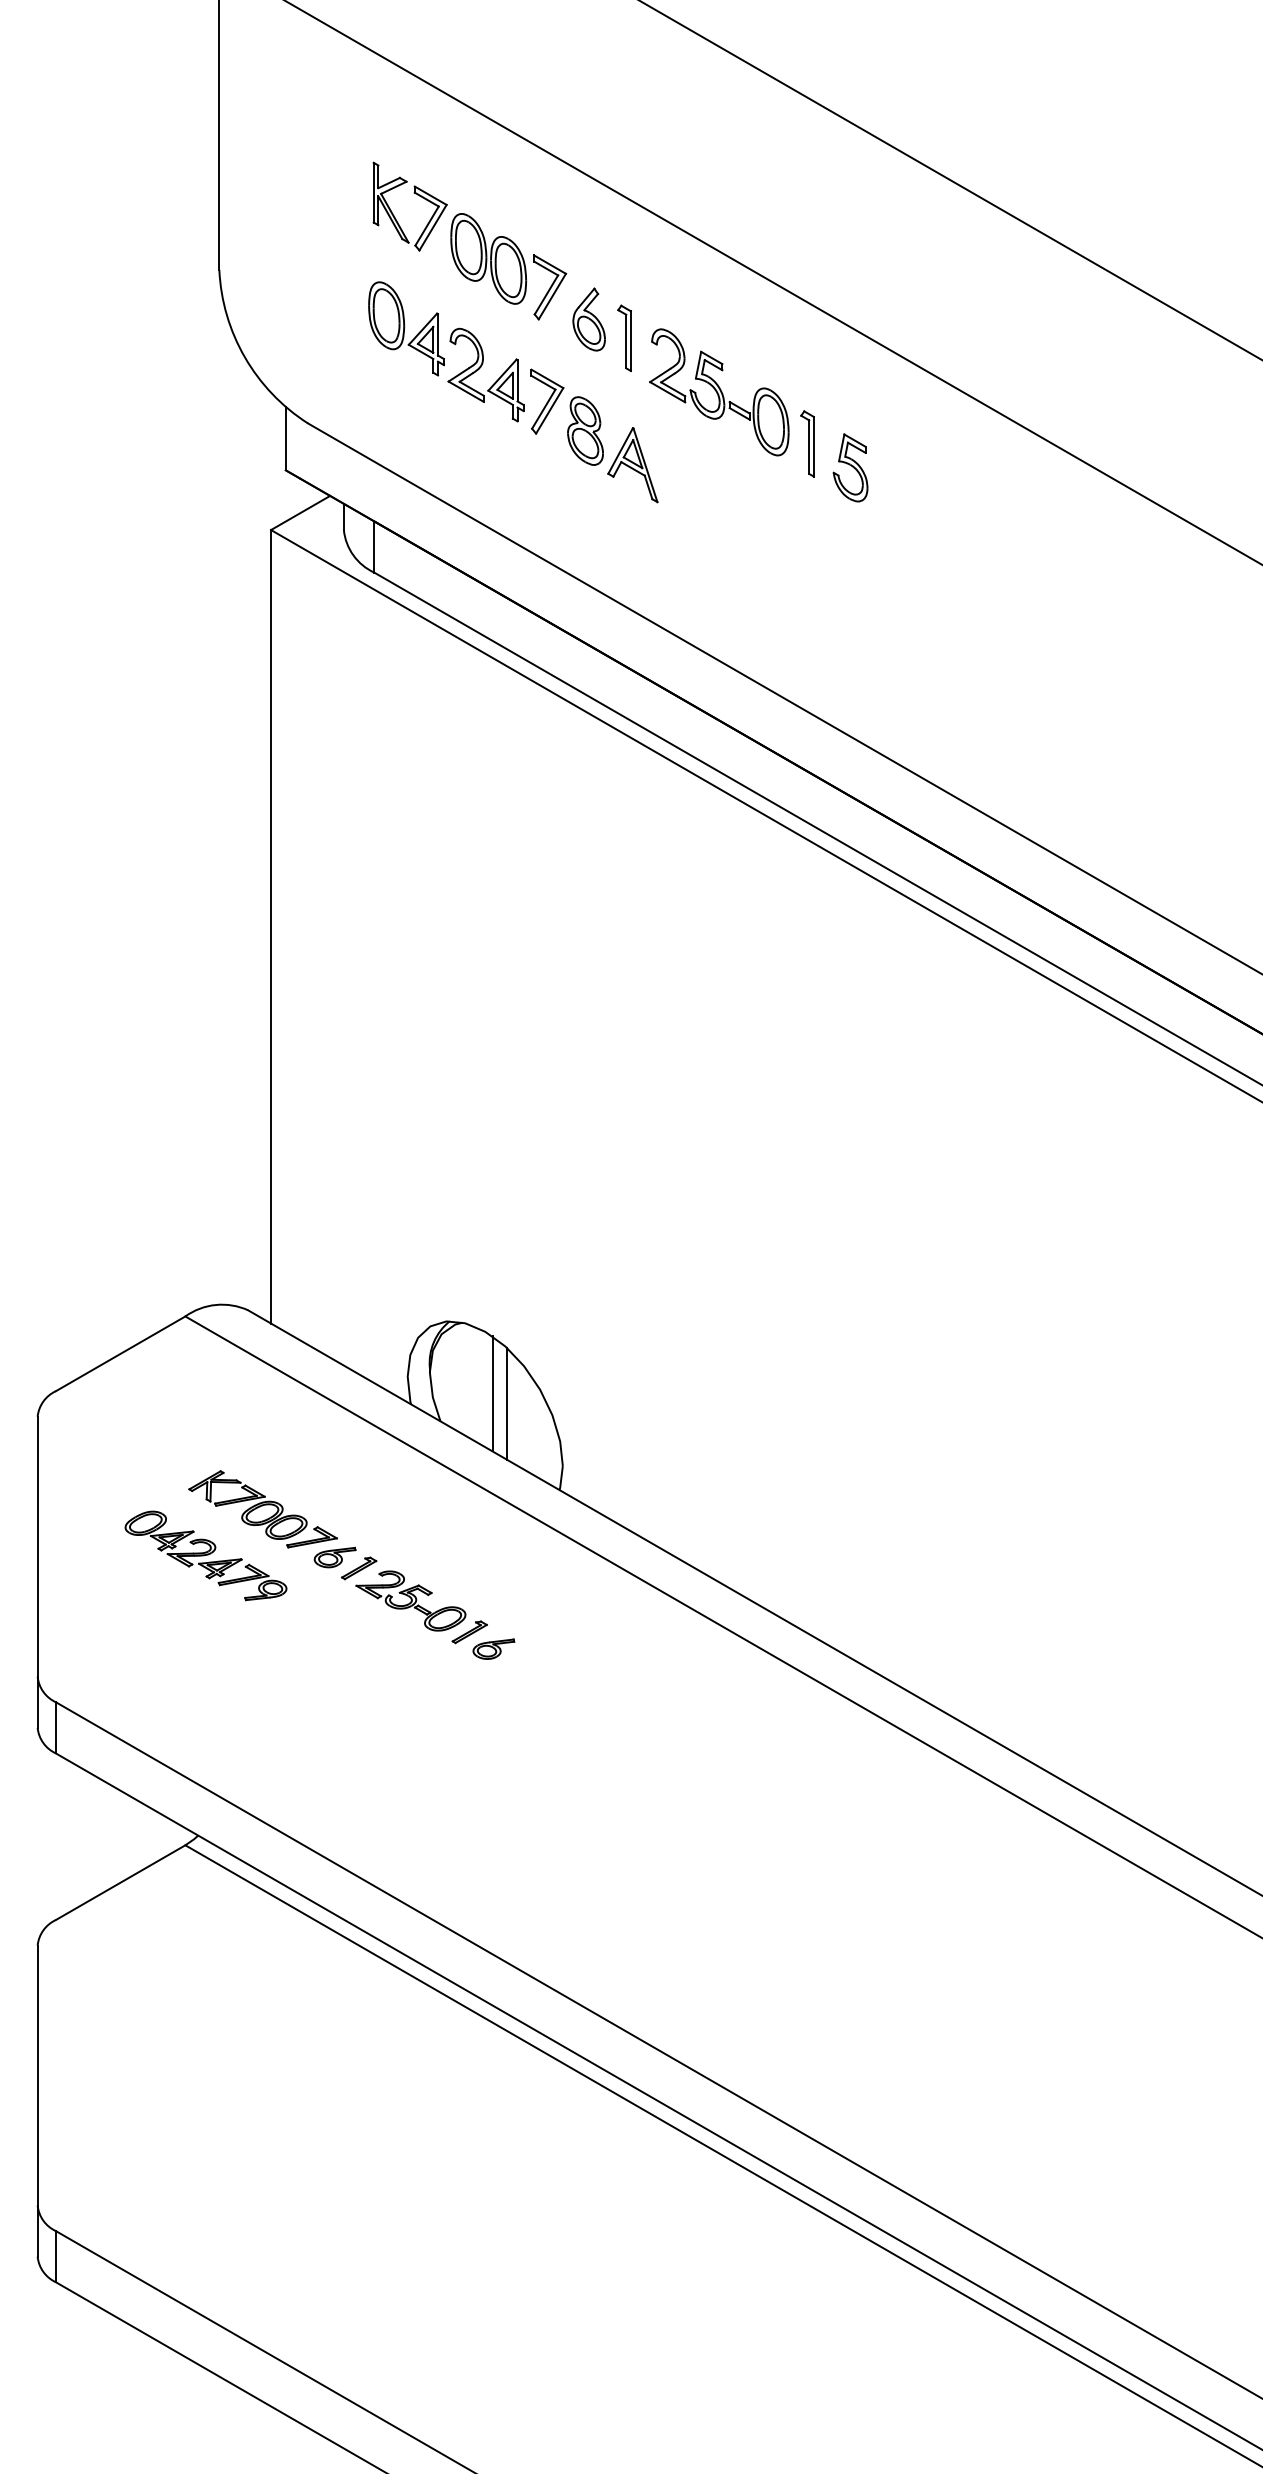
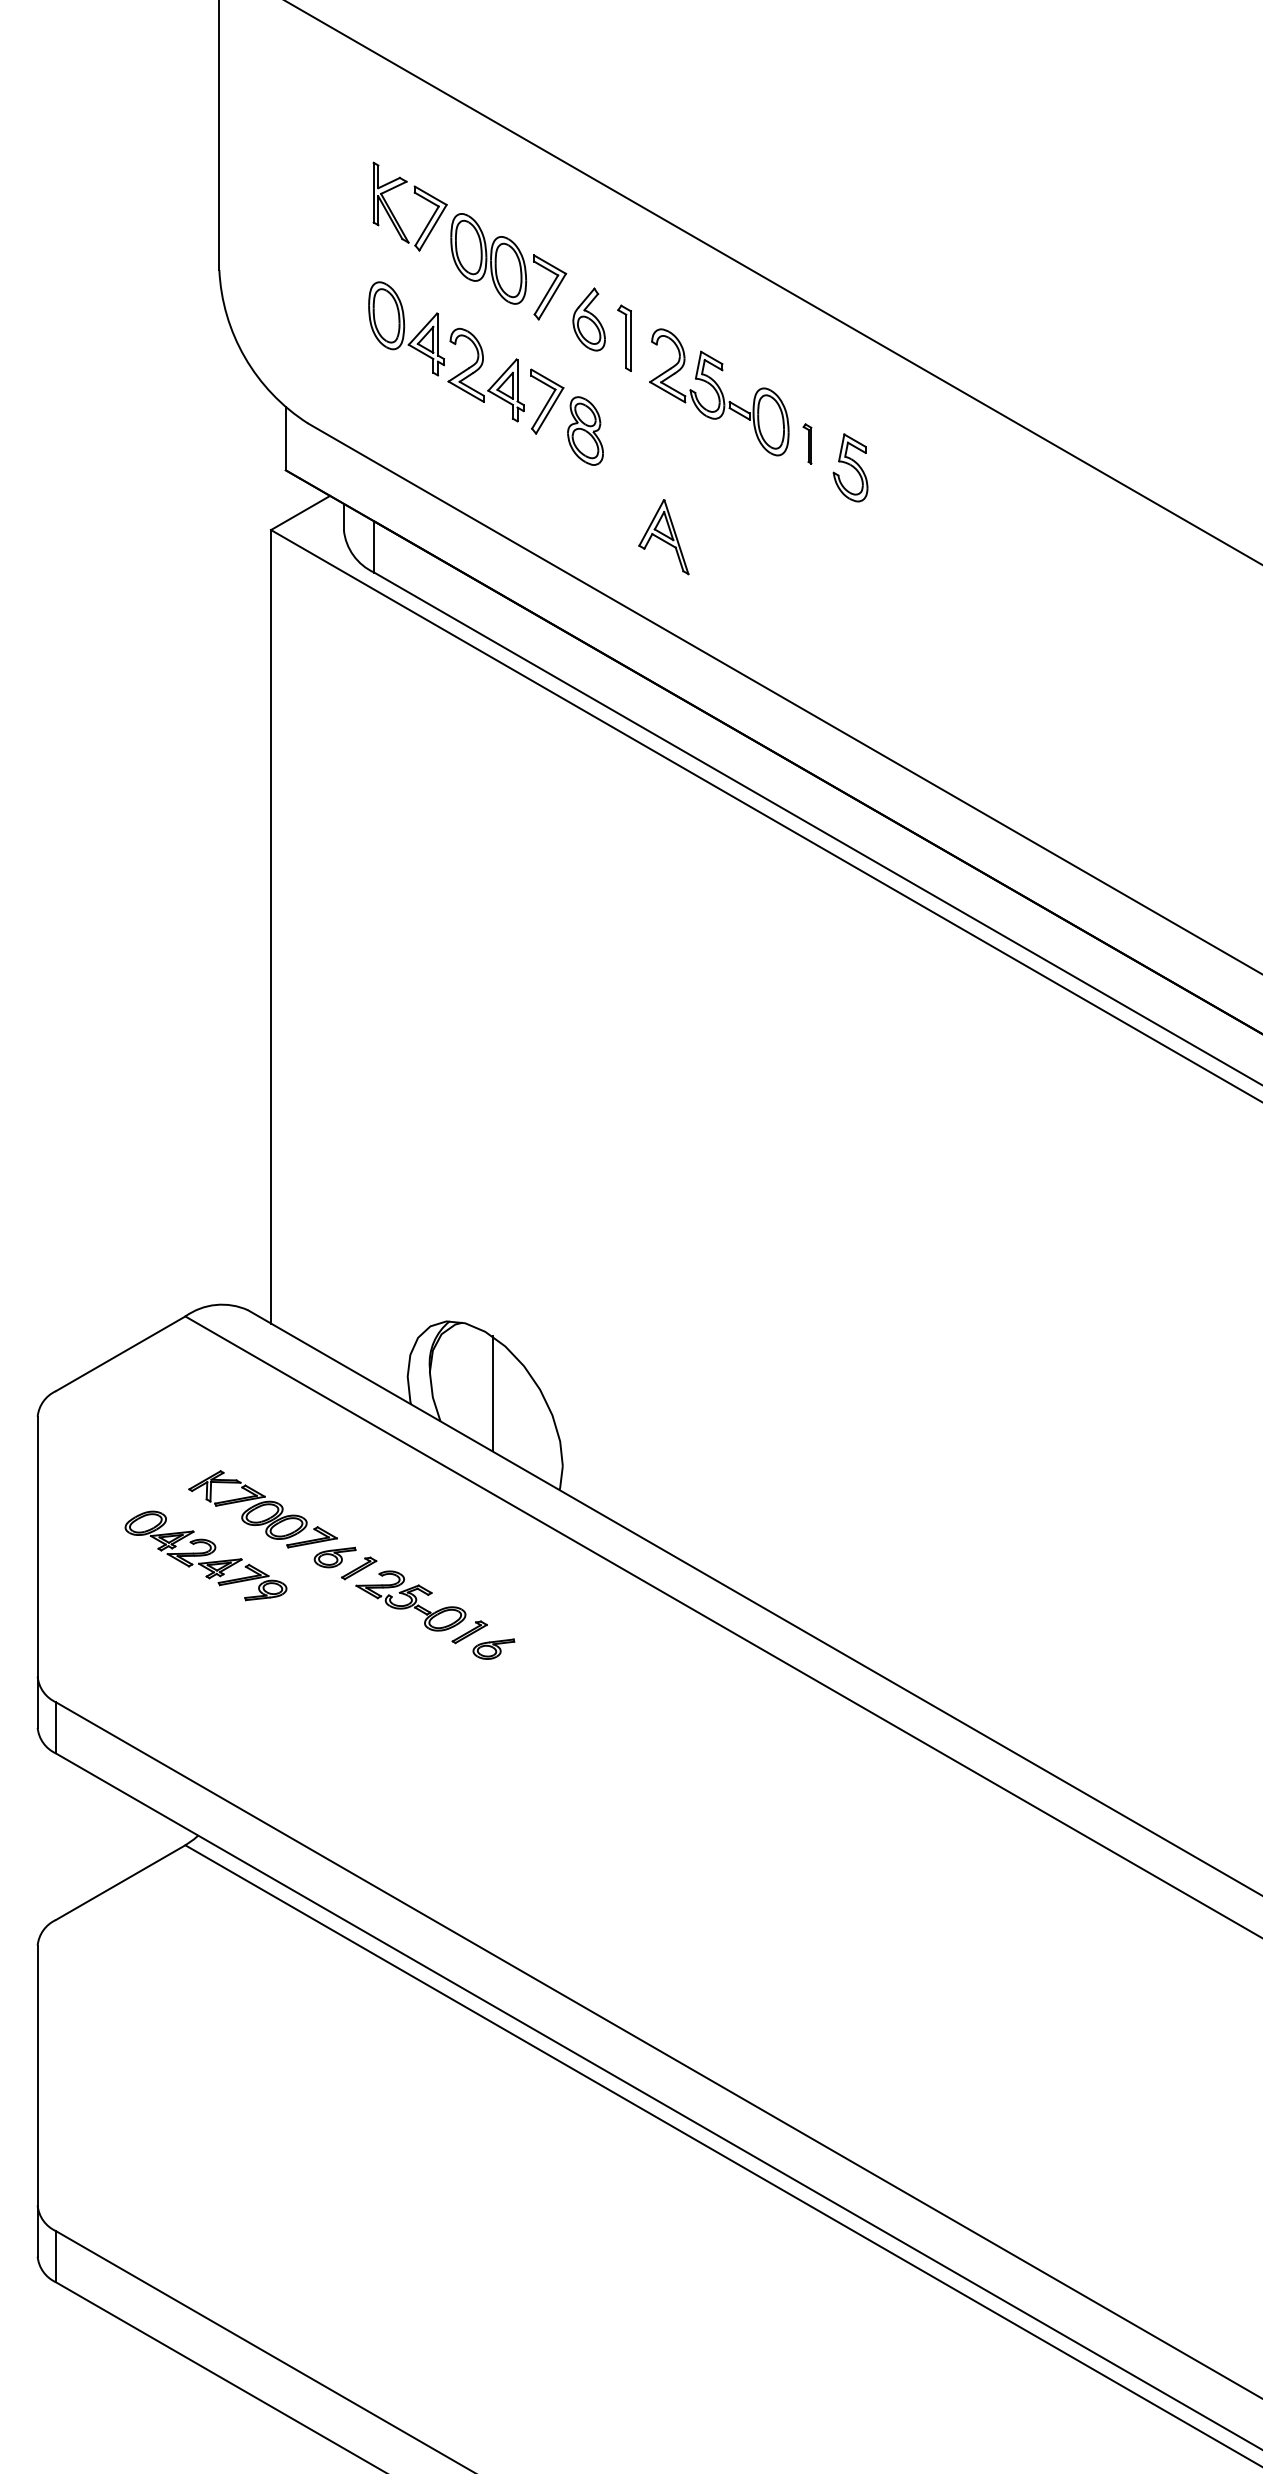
line at (950, 180): present -> none
part at (807, 443) size: 15x68 px -> 11x42 px
part at (632, 465) position: (632, 465) -> (663, 537)
line at (507, 1403): present -> none
